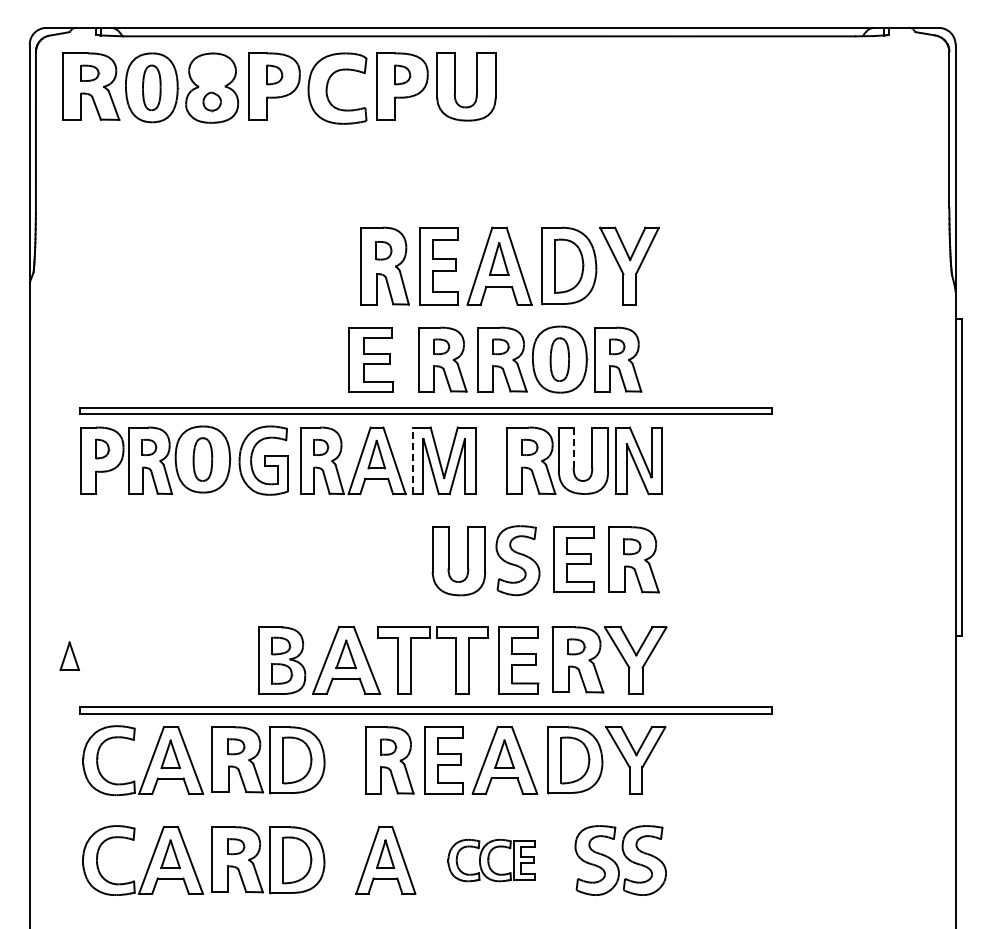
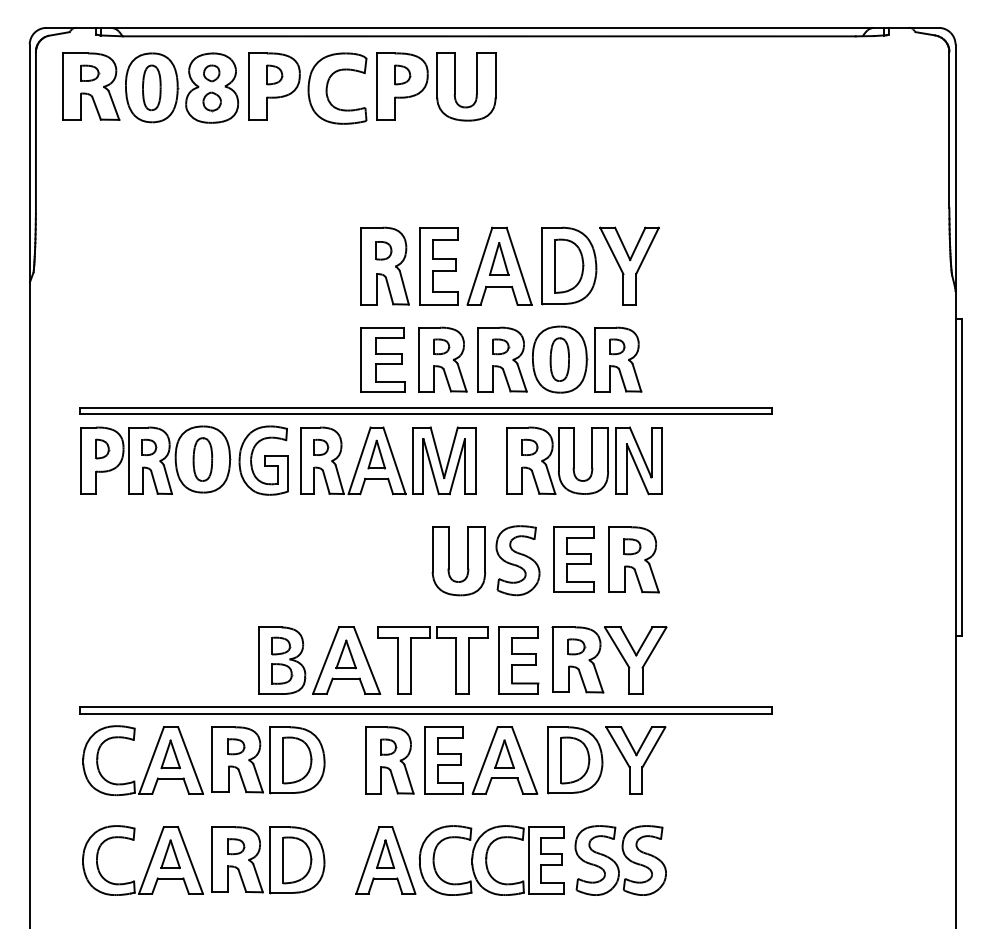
part at (211, 73): none -> present
part at (370, 359) position: (370, 359) -> (382, 359)
line at (573, 448): dashed -> solid
line at (412, 460): dashed -> solid
part at (69, 656): present -> none
part at (491, 860) size: 89x44 px -> 147x71 px
